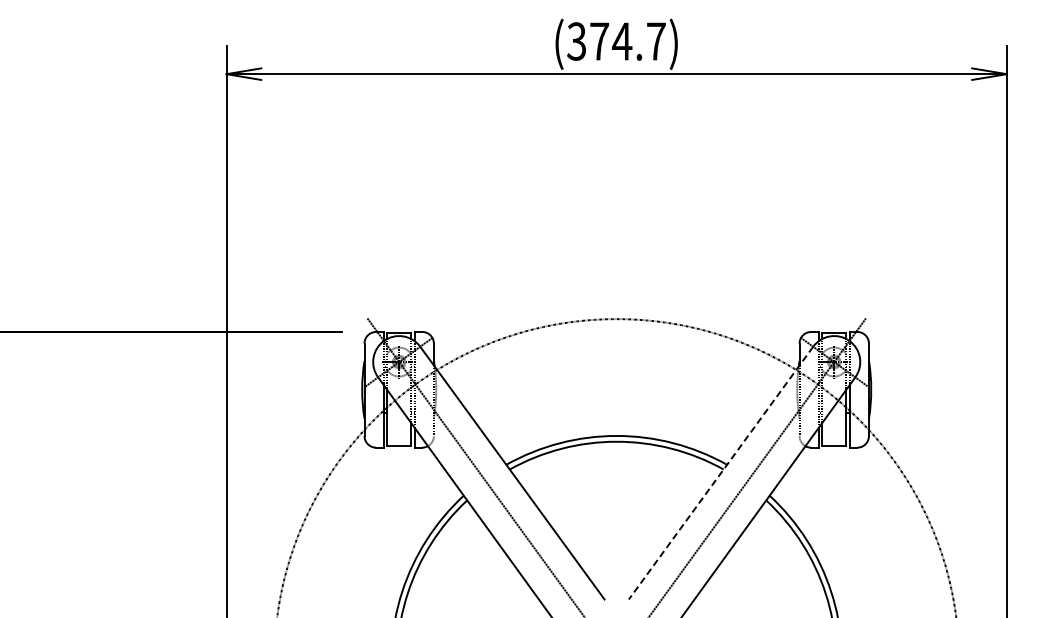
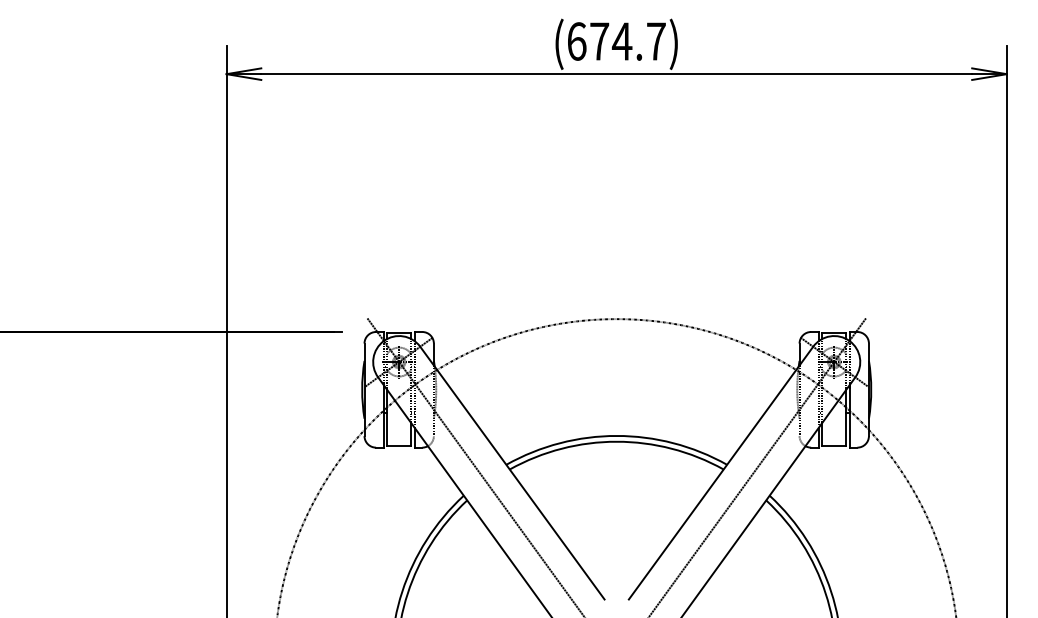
text at (576, 41): (374.7) -> (674.7)
line at (720, 473): dashed -> solid
